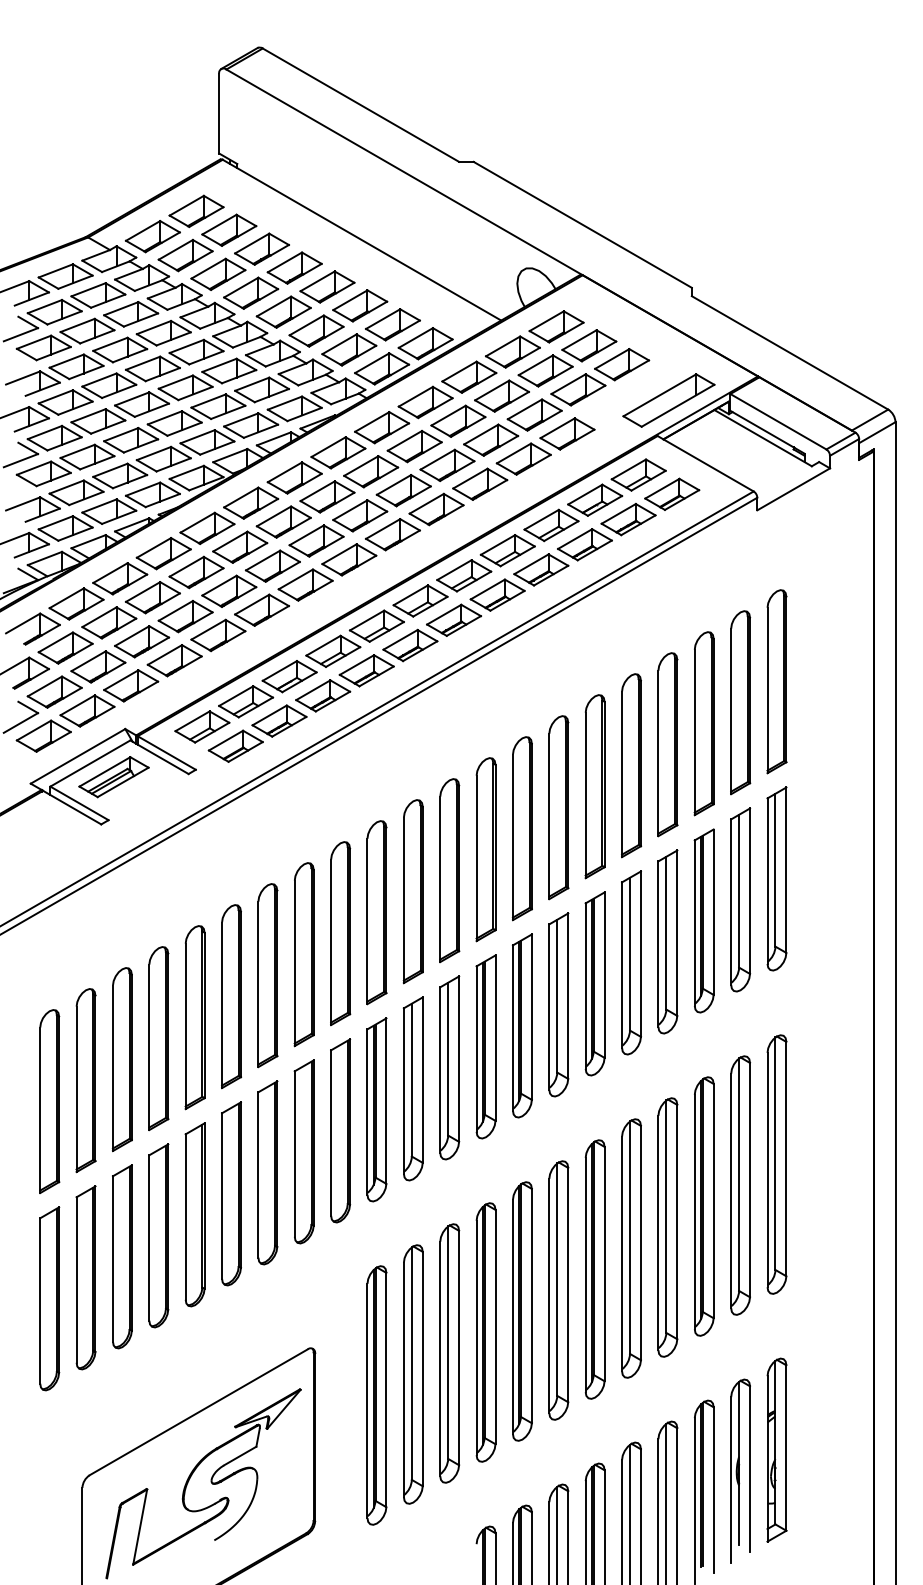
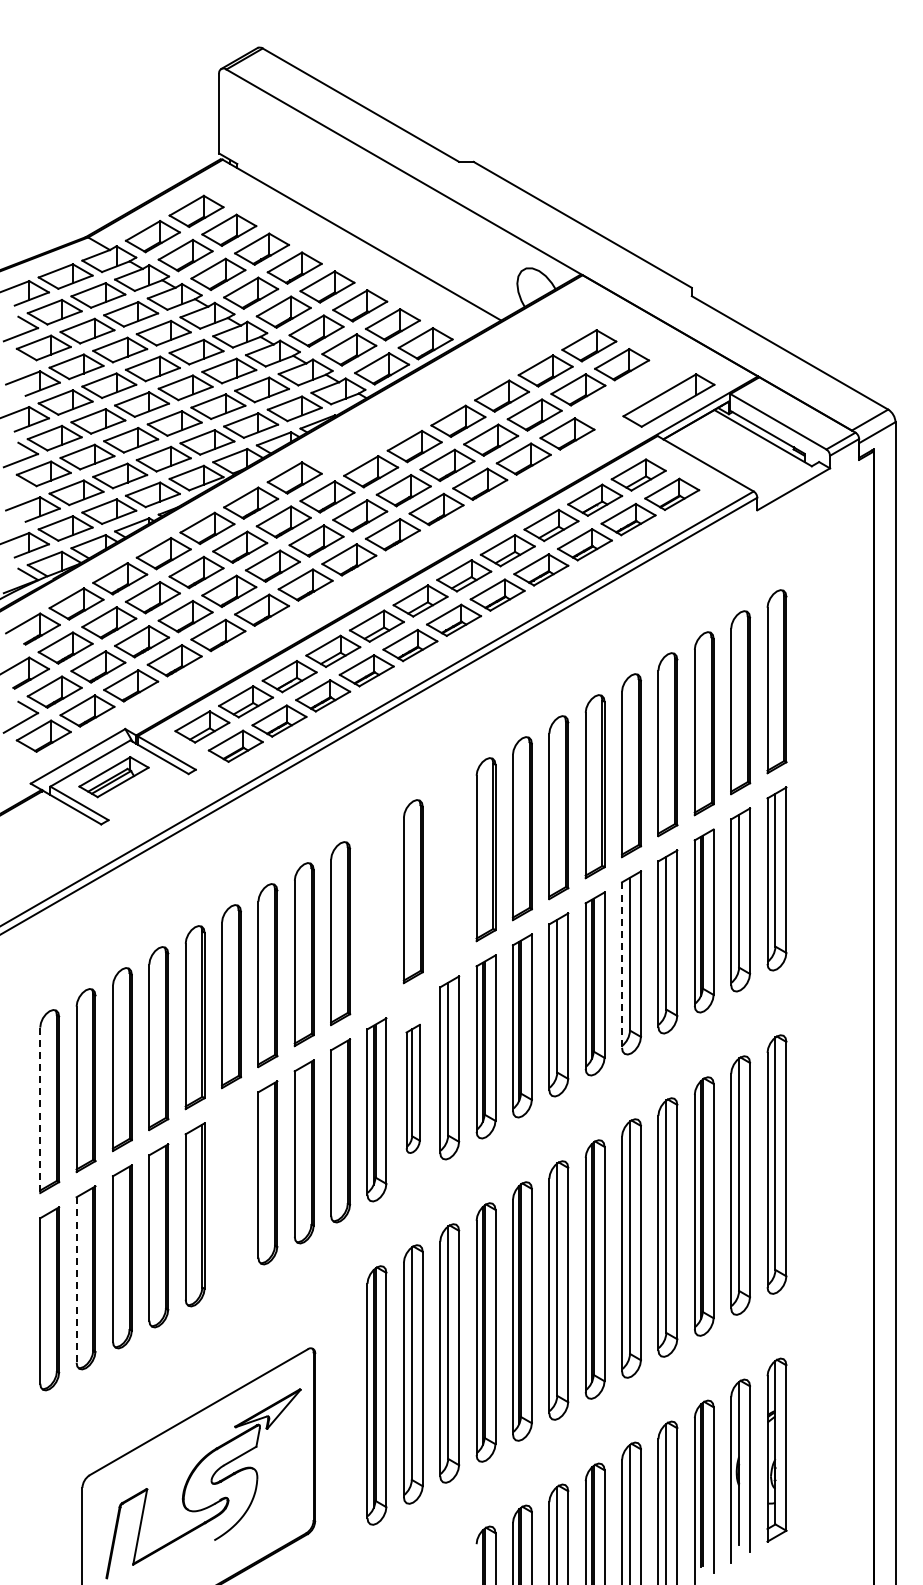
part at (447, 389): present -> none
part at (449, 870): present -> none
part at (376, 912): present -> none
line at (622, 965): solid -> dashed
part at (412, 1088) size: 22x186 px -> 16x131 px
line at (40, 1110): solid -> dashed
part at (231, 1193): present -> none
line at (76, 1279): solid -> dashed
